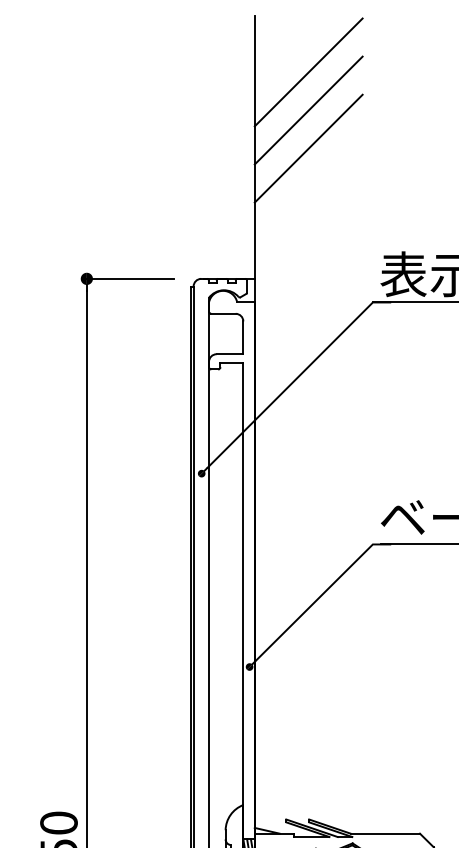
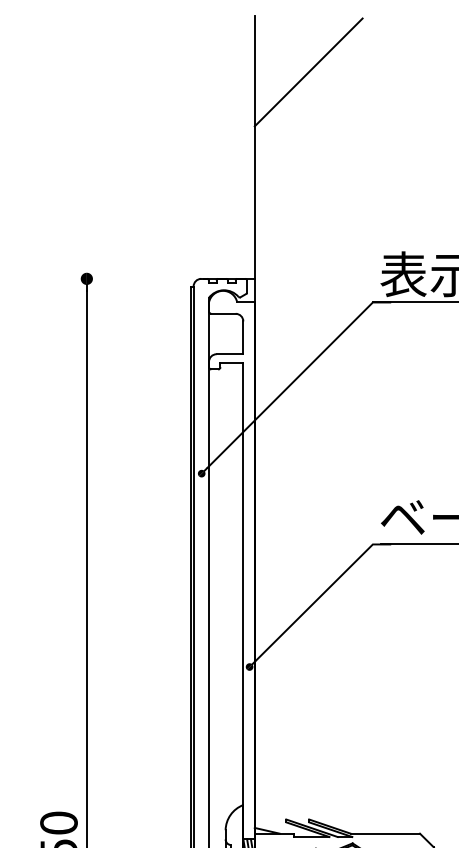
line at (308, 110): present -> none
line at (308, 148): present -> none
line at (129, 278): present -> none
